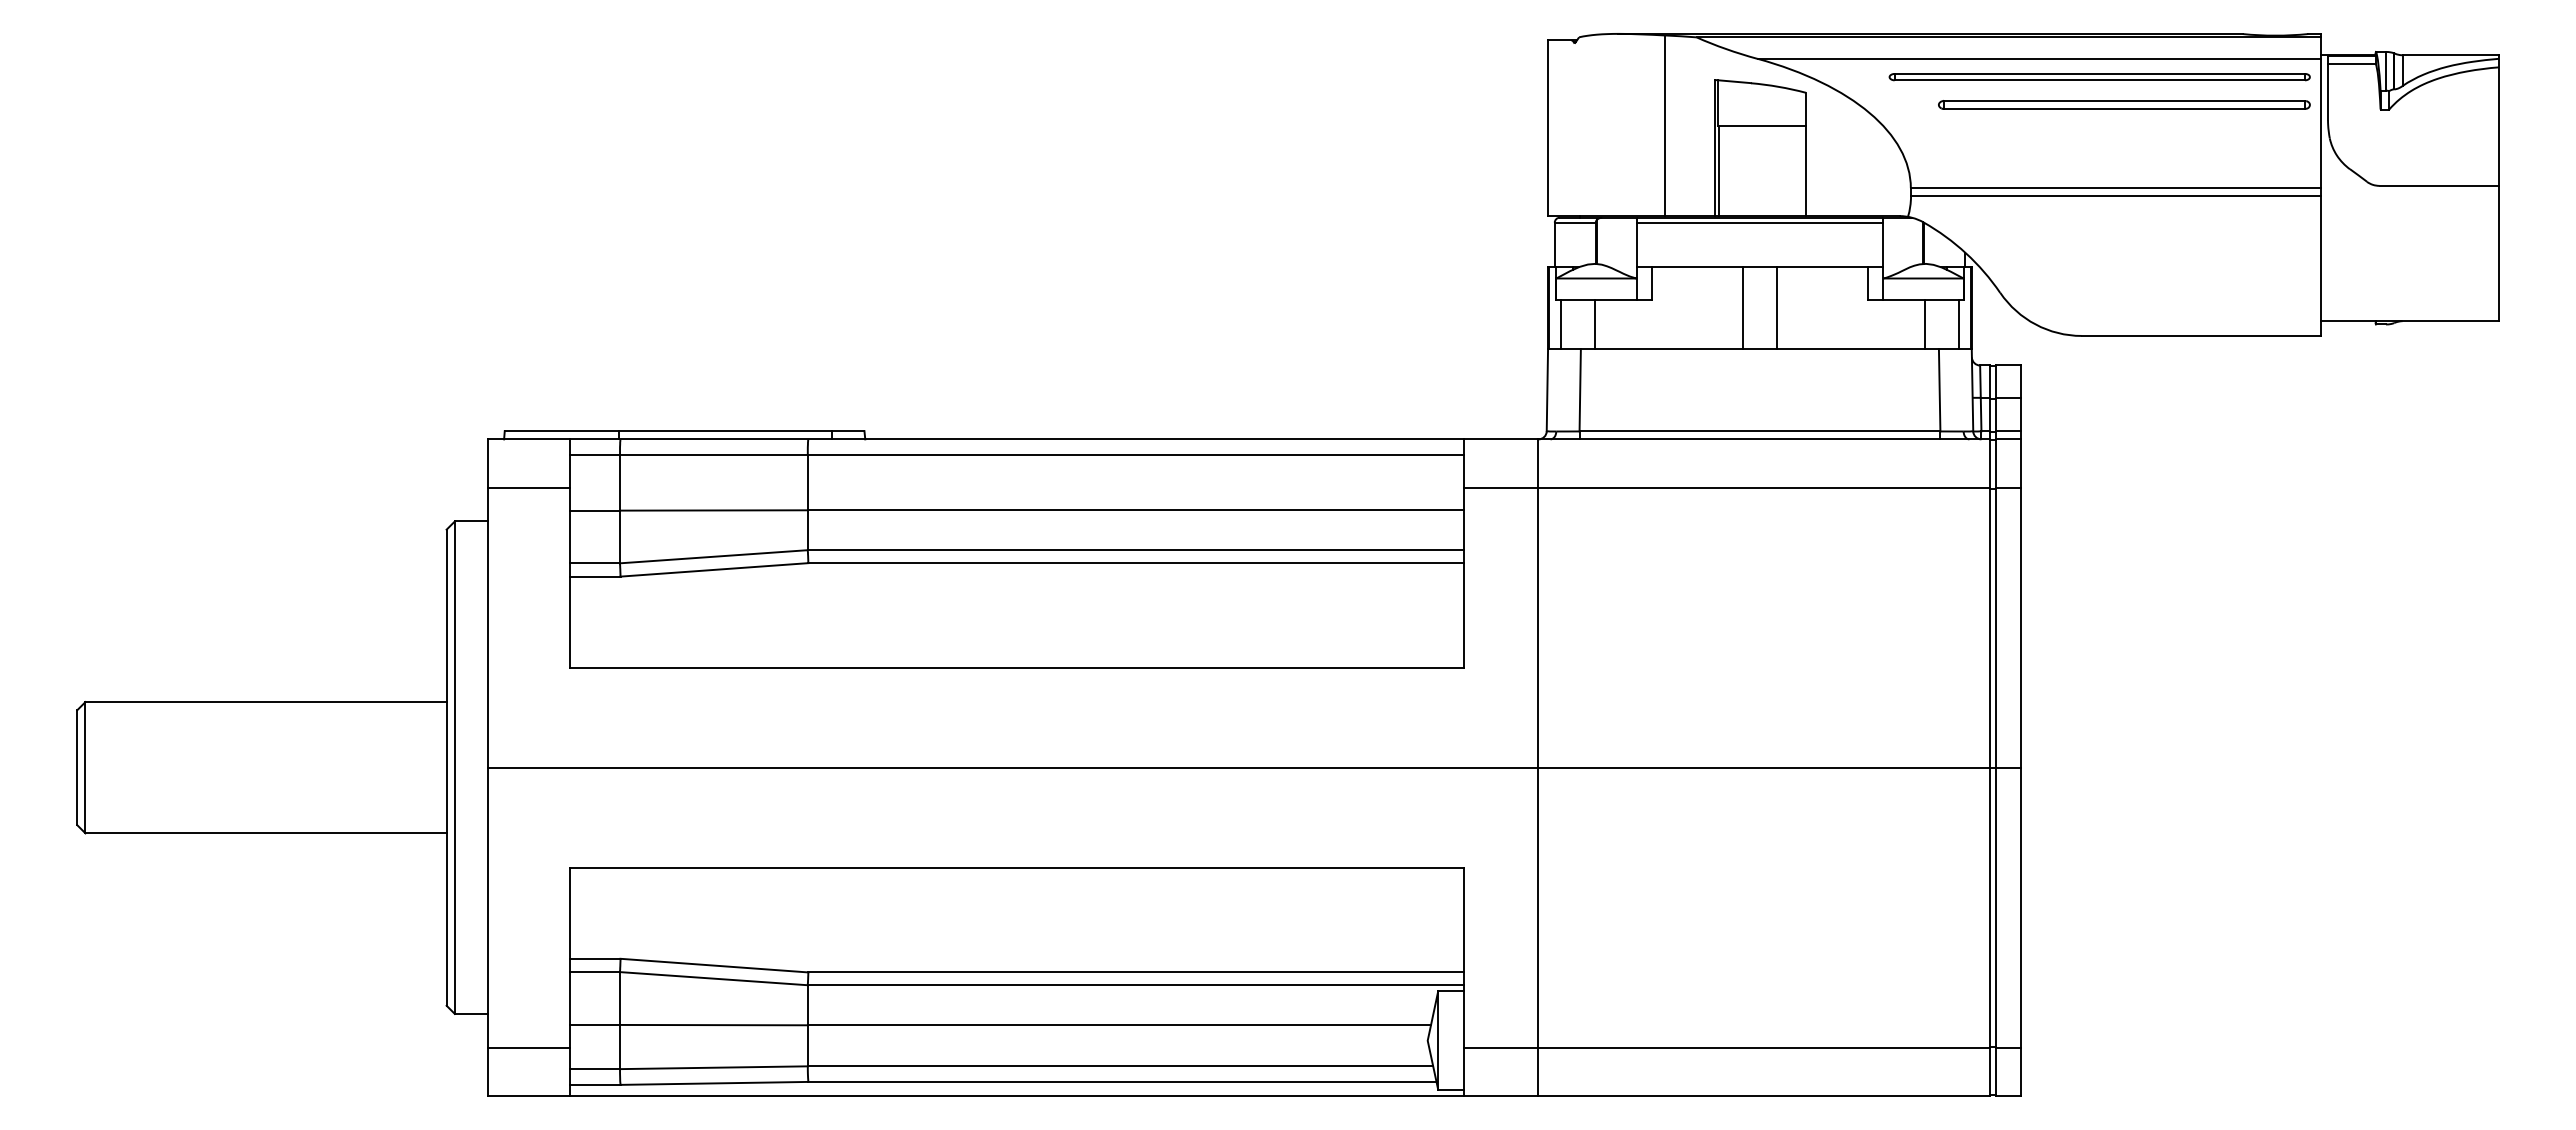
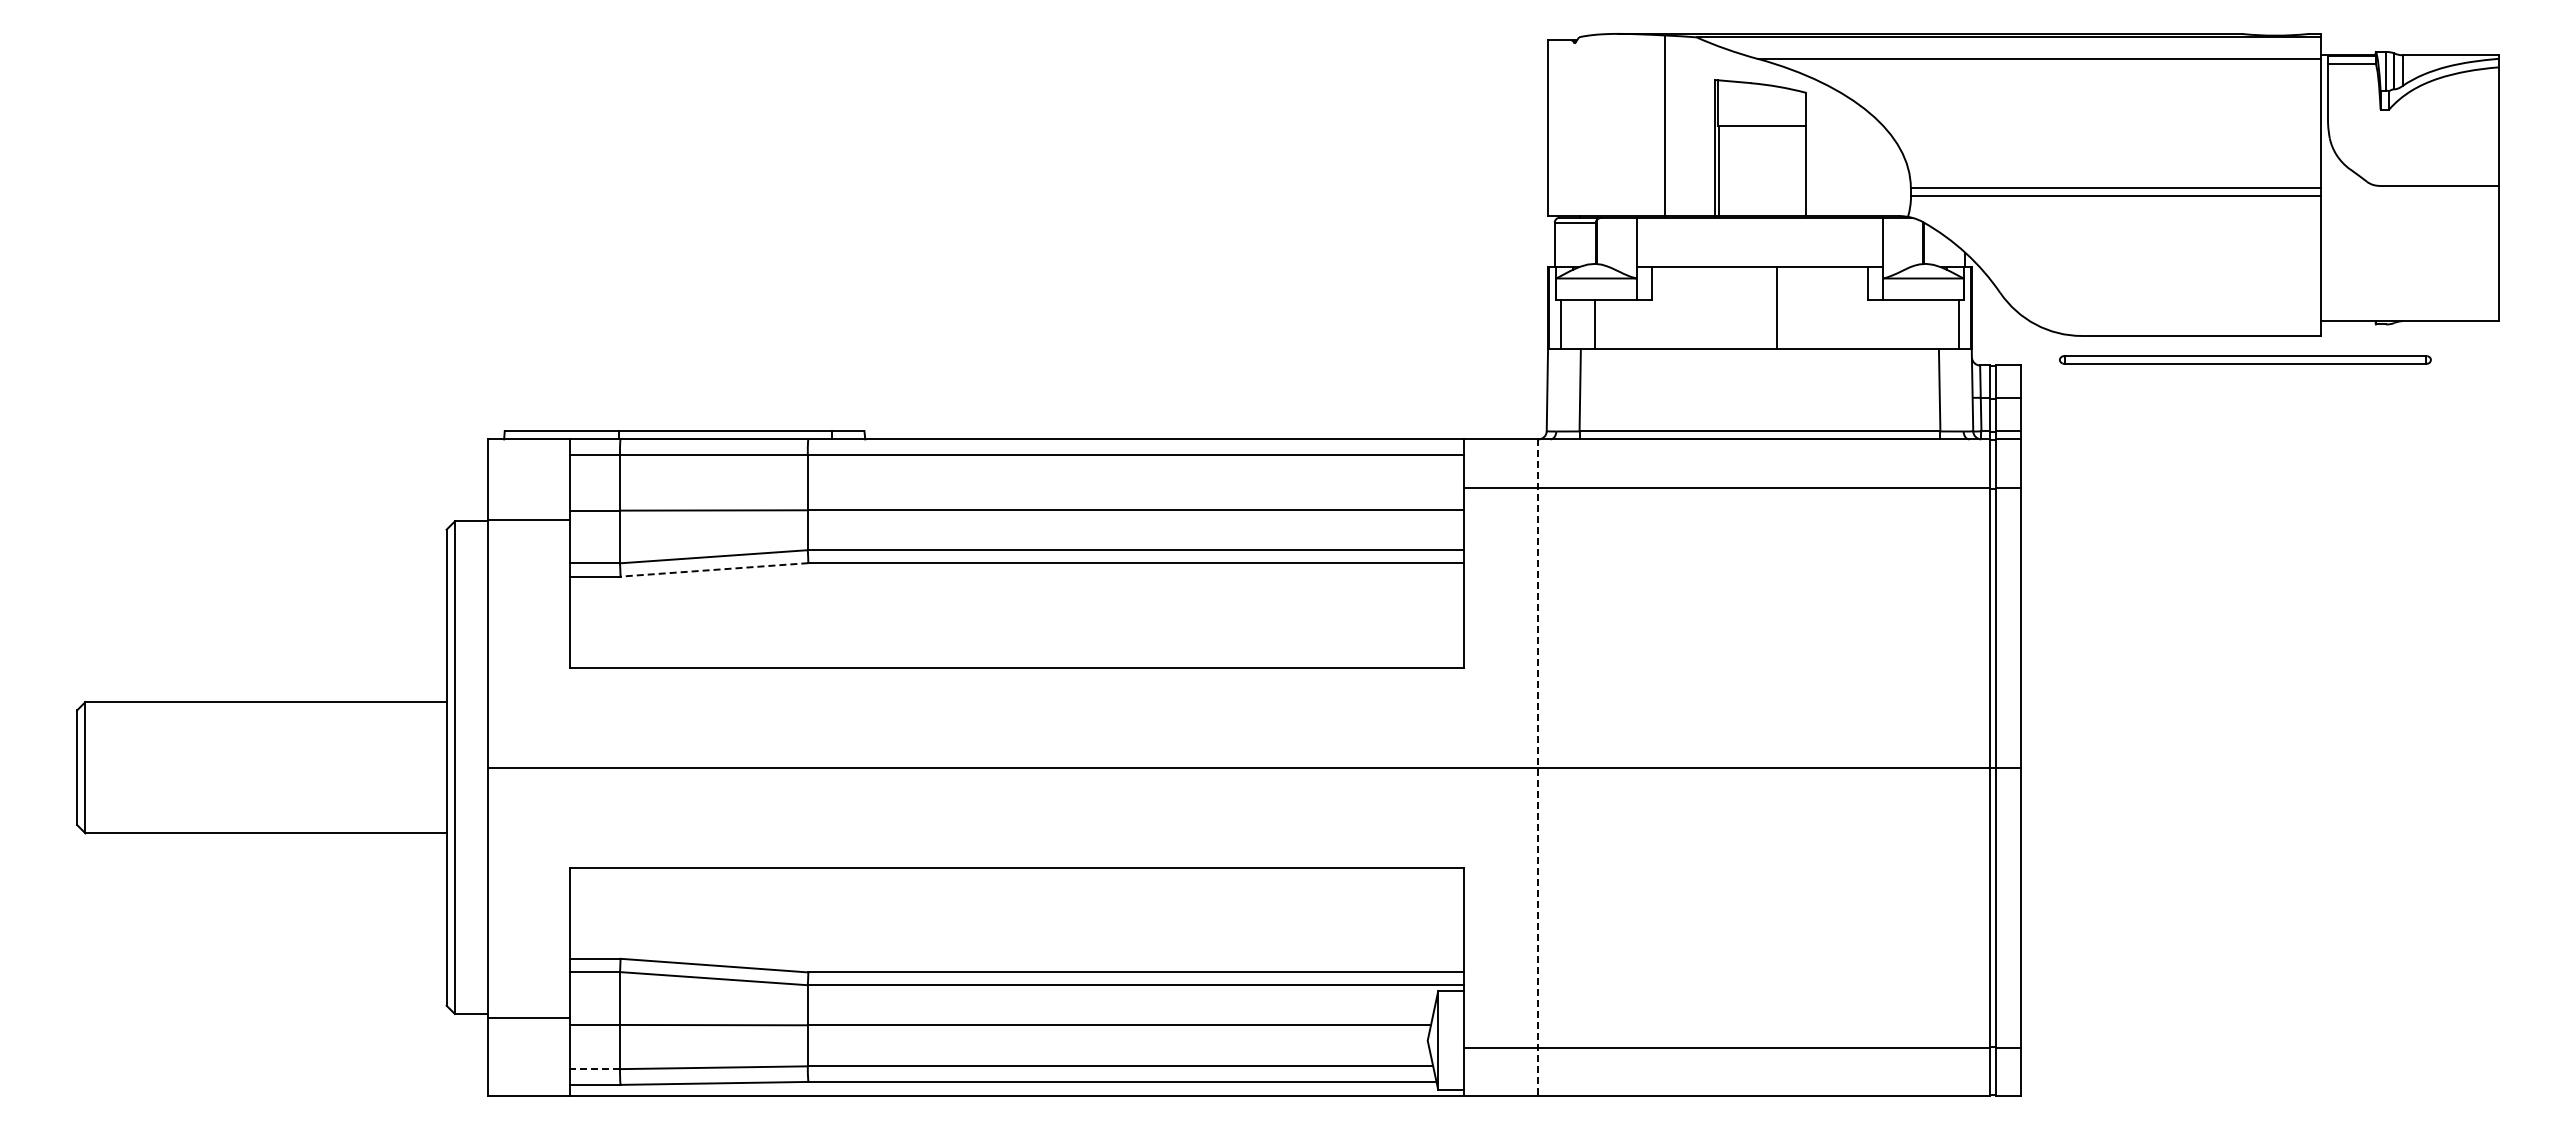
part at (2099, 77): present -> none
part at (2124, 104) position: (2124, 104) -> (2245, 359)
line at (1759, 222): present -> none
line at (1743, 308): present -> none
line at (1925, 324): present -> none
line at (528, 487) position: (528, 487) -> (528, 519)
line at (713, 569): solid -> dashed
line at (1538, 768): solid -> dashed
line at (528, 1047) position: (528, 1047) -> (528, 1017)
line at (594, 1069): solid -> dashed
